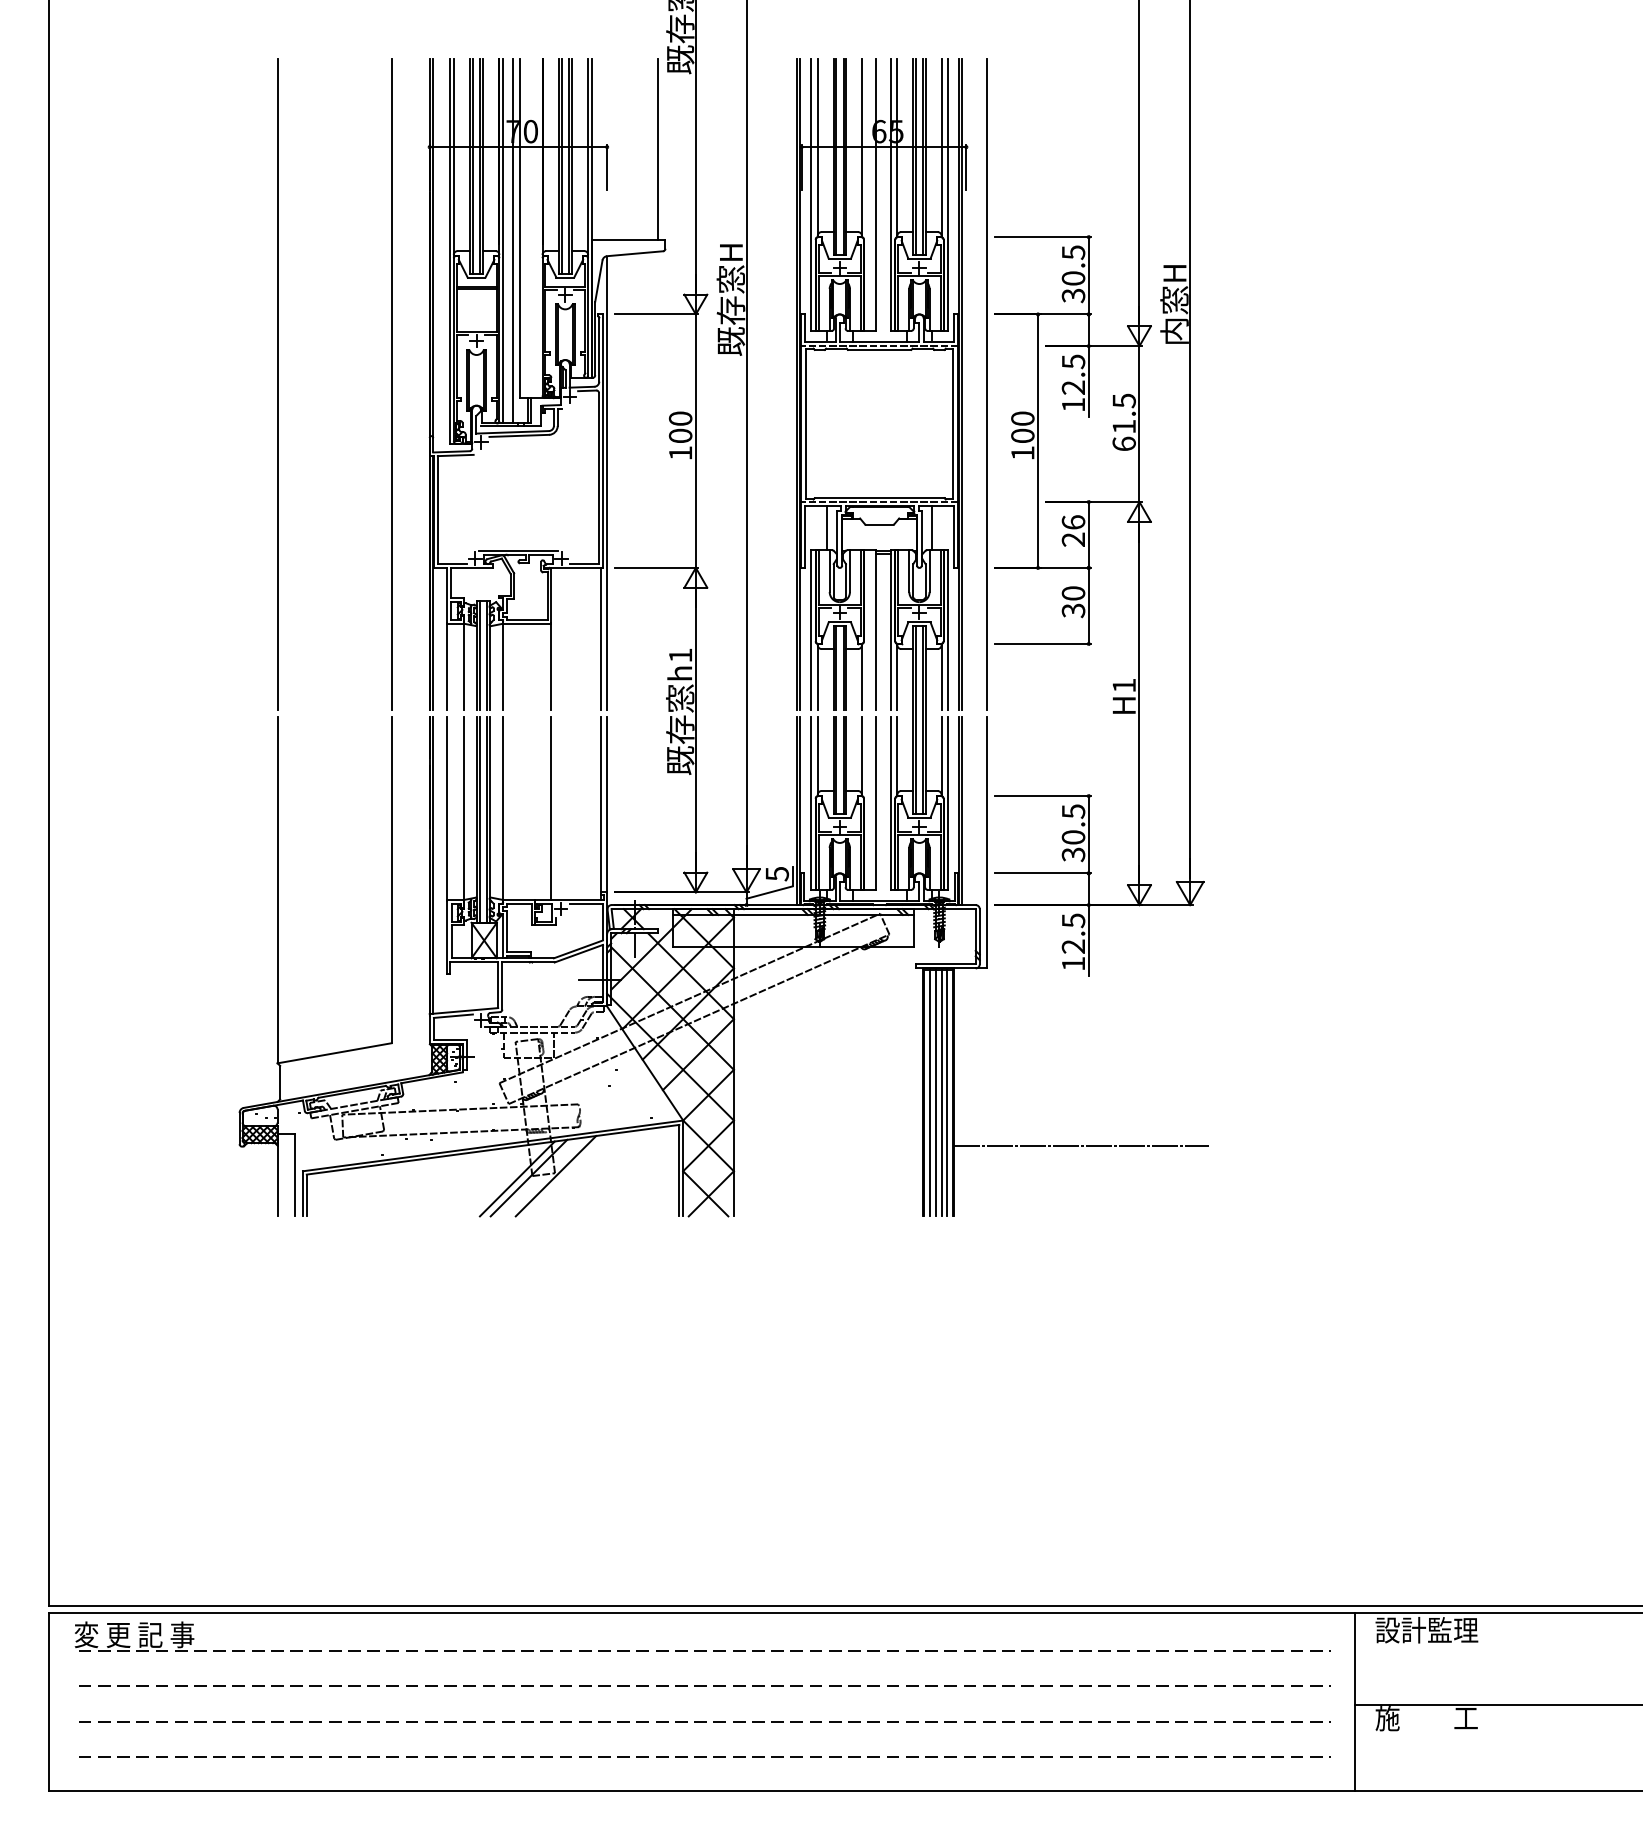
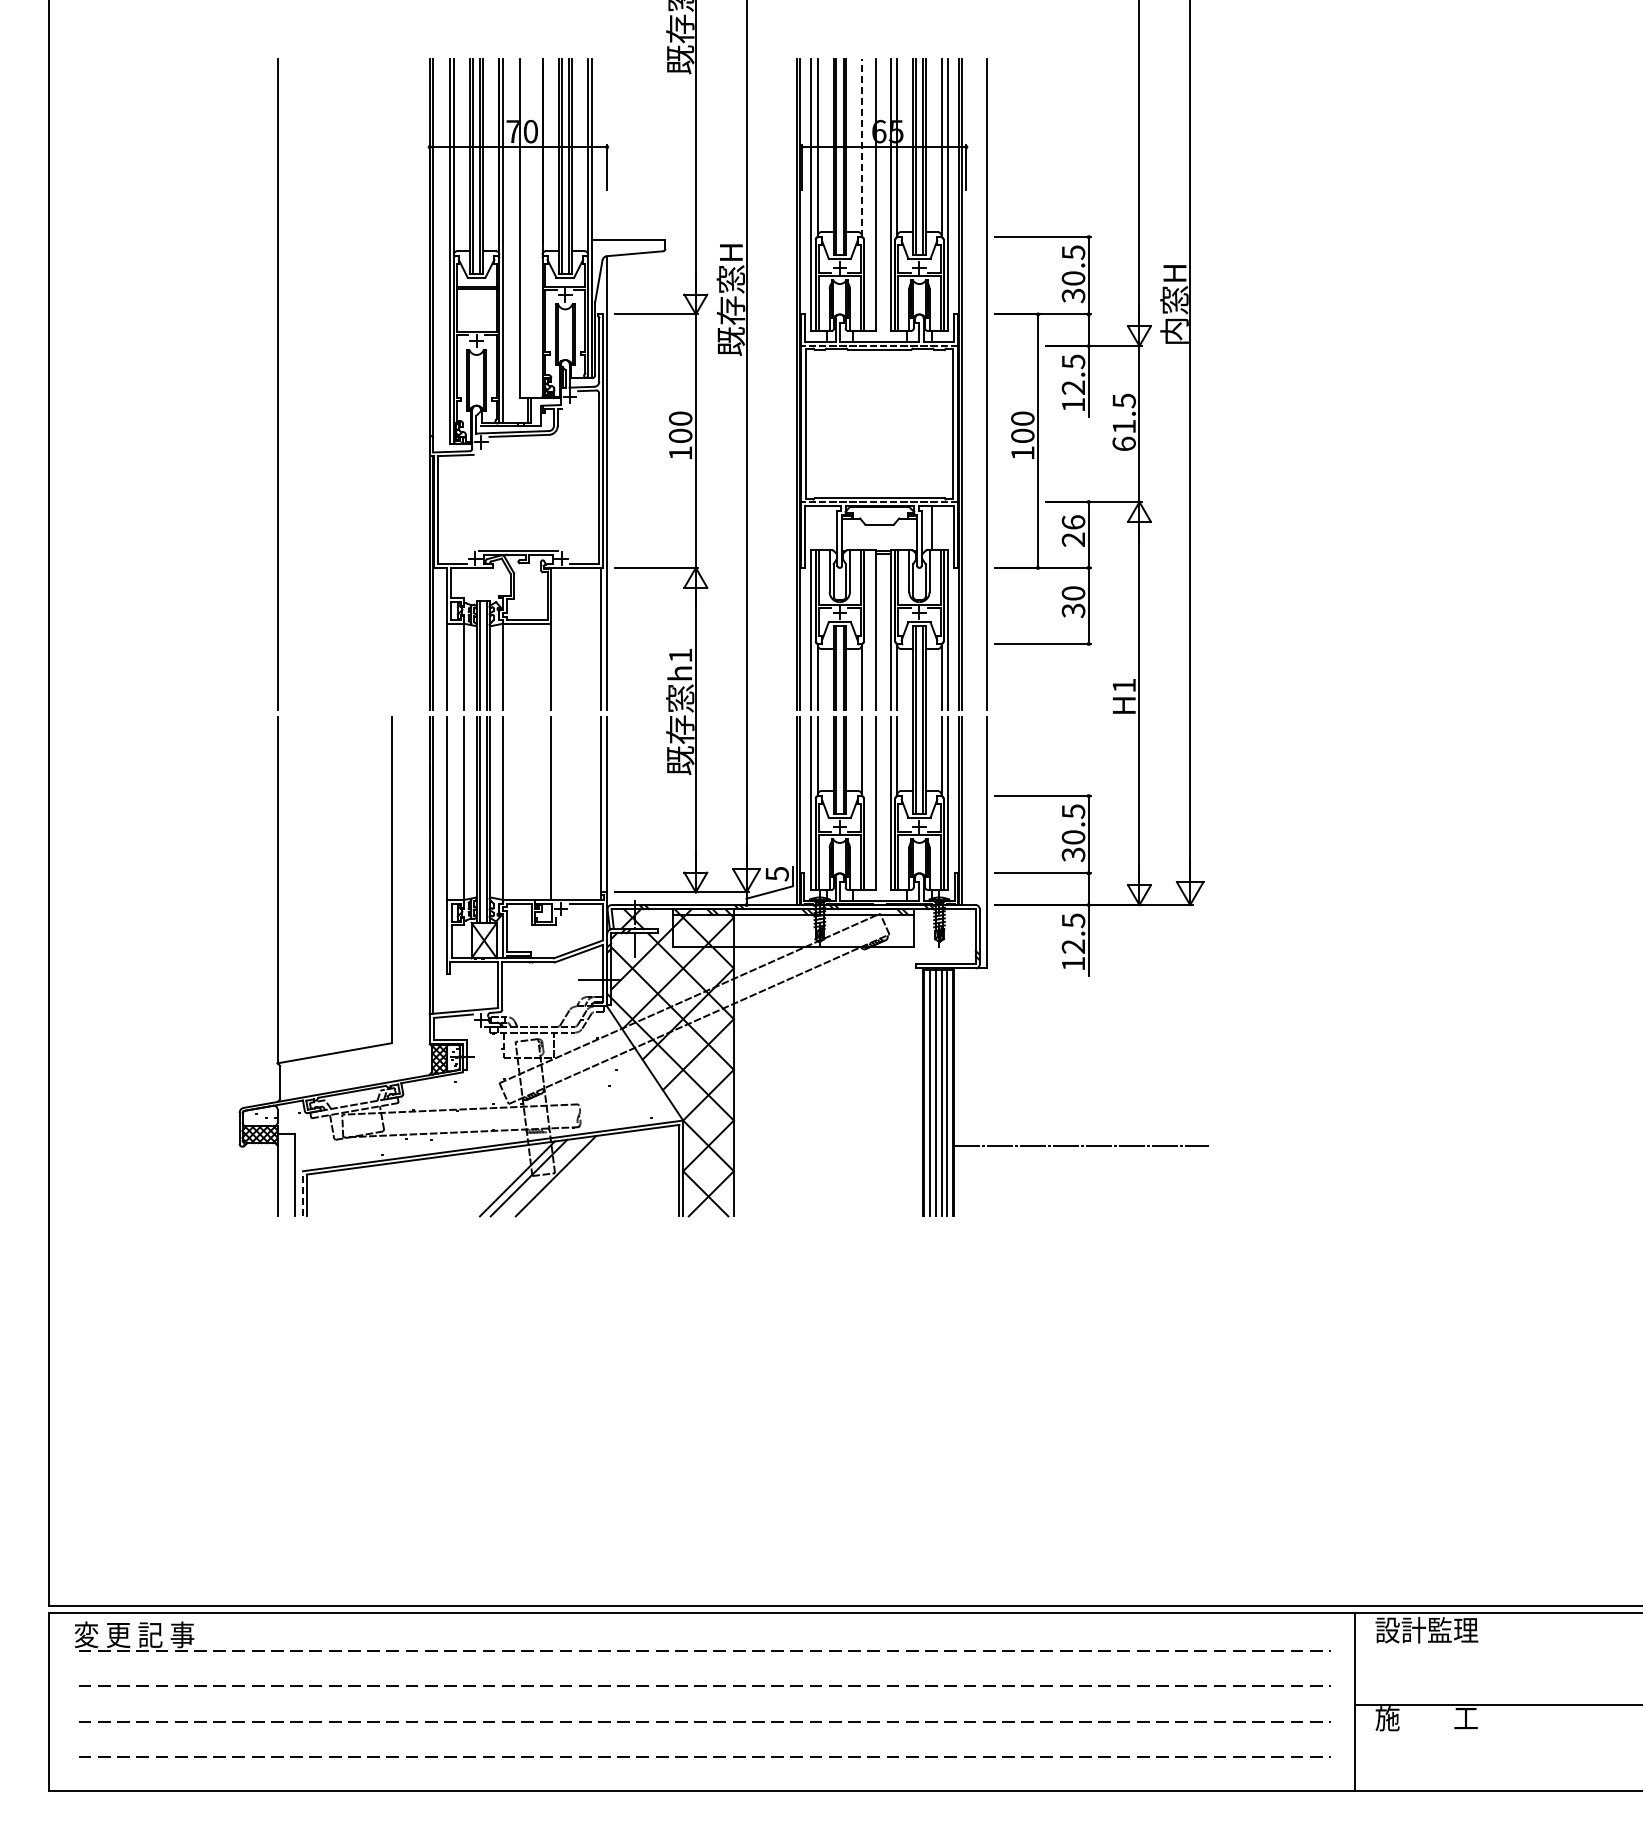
line at (861, 148): solid -> dashed
line at (657, 149): present -> none
line at (513, 241): present -> none
line at (391, 384): present -> none
line at (827, 527): present -> none
line at (302, 1193): solid -> dashed
